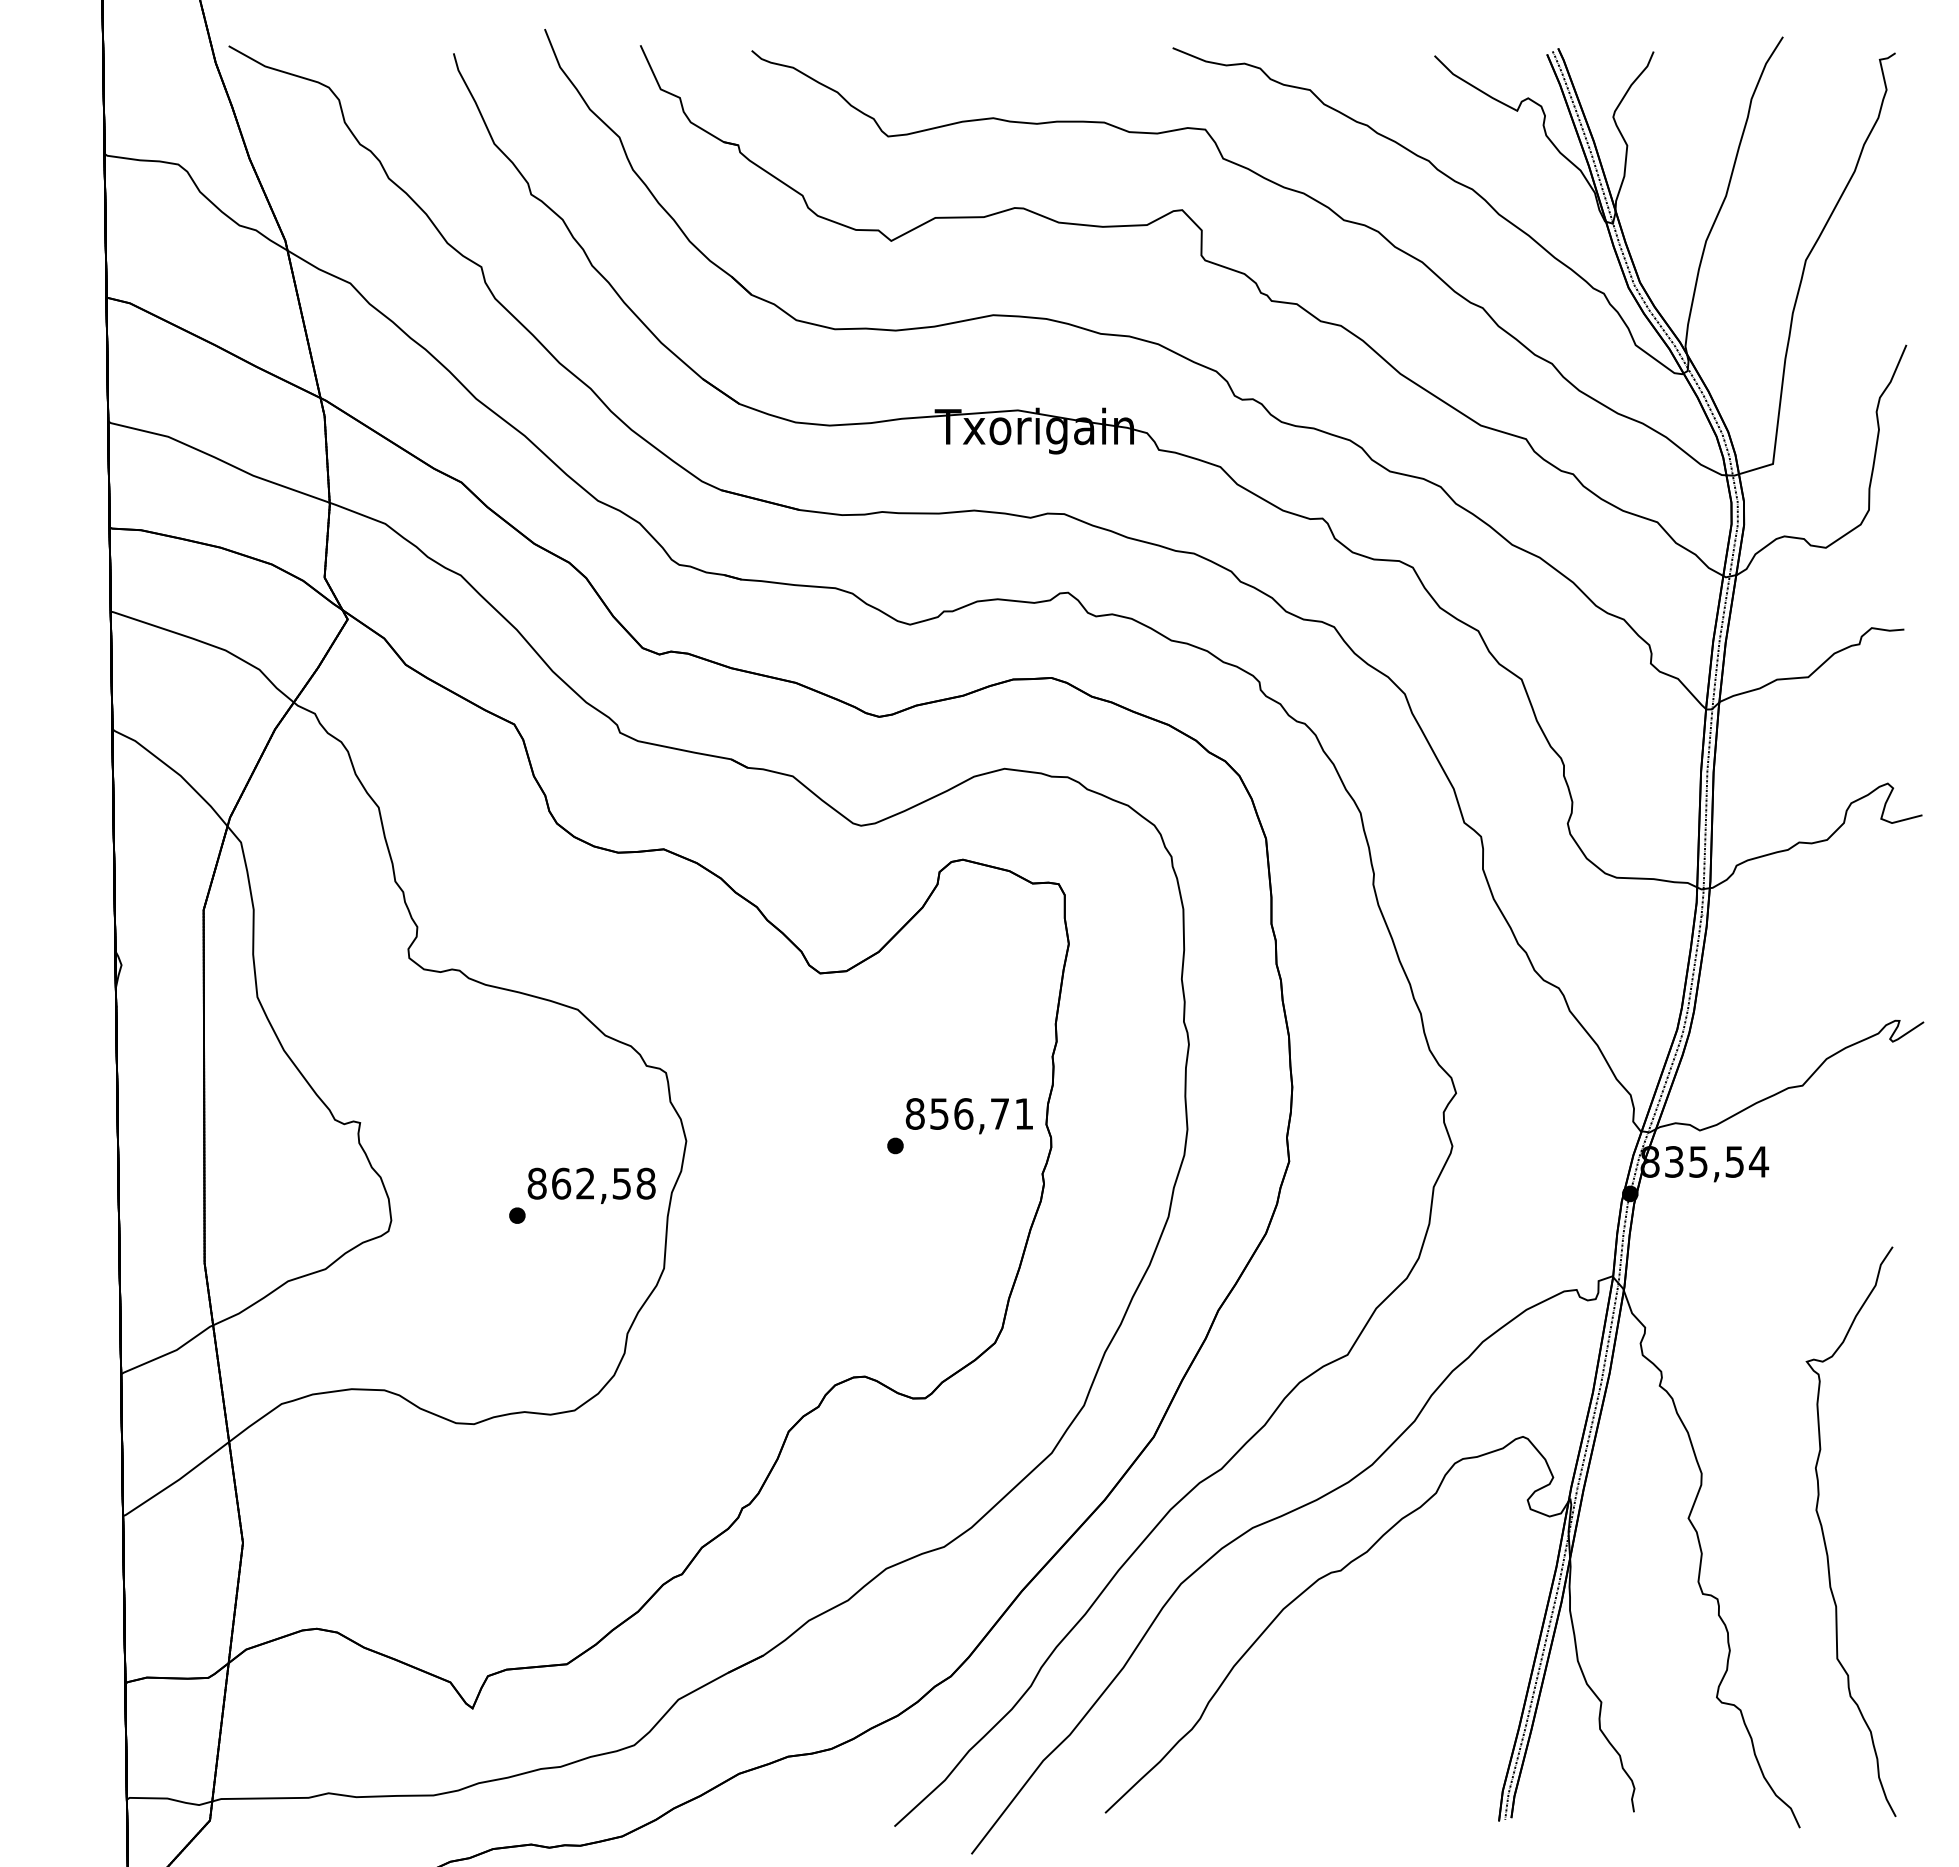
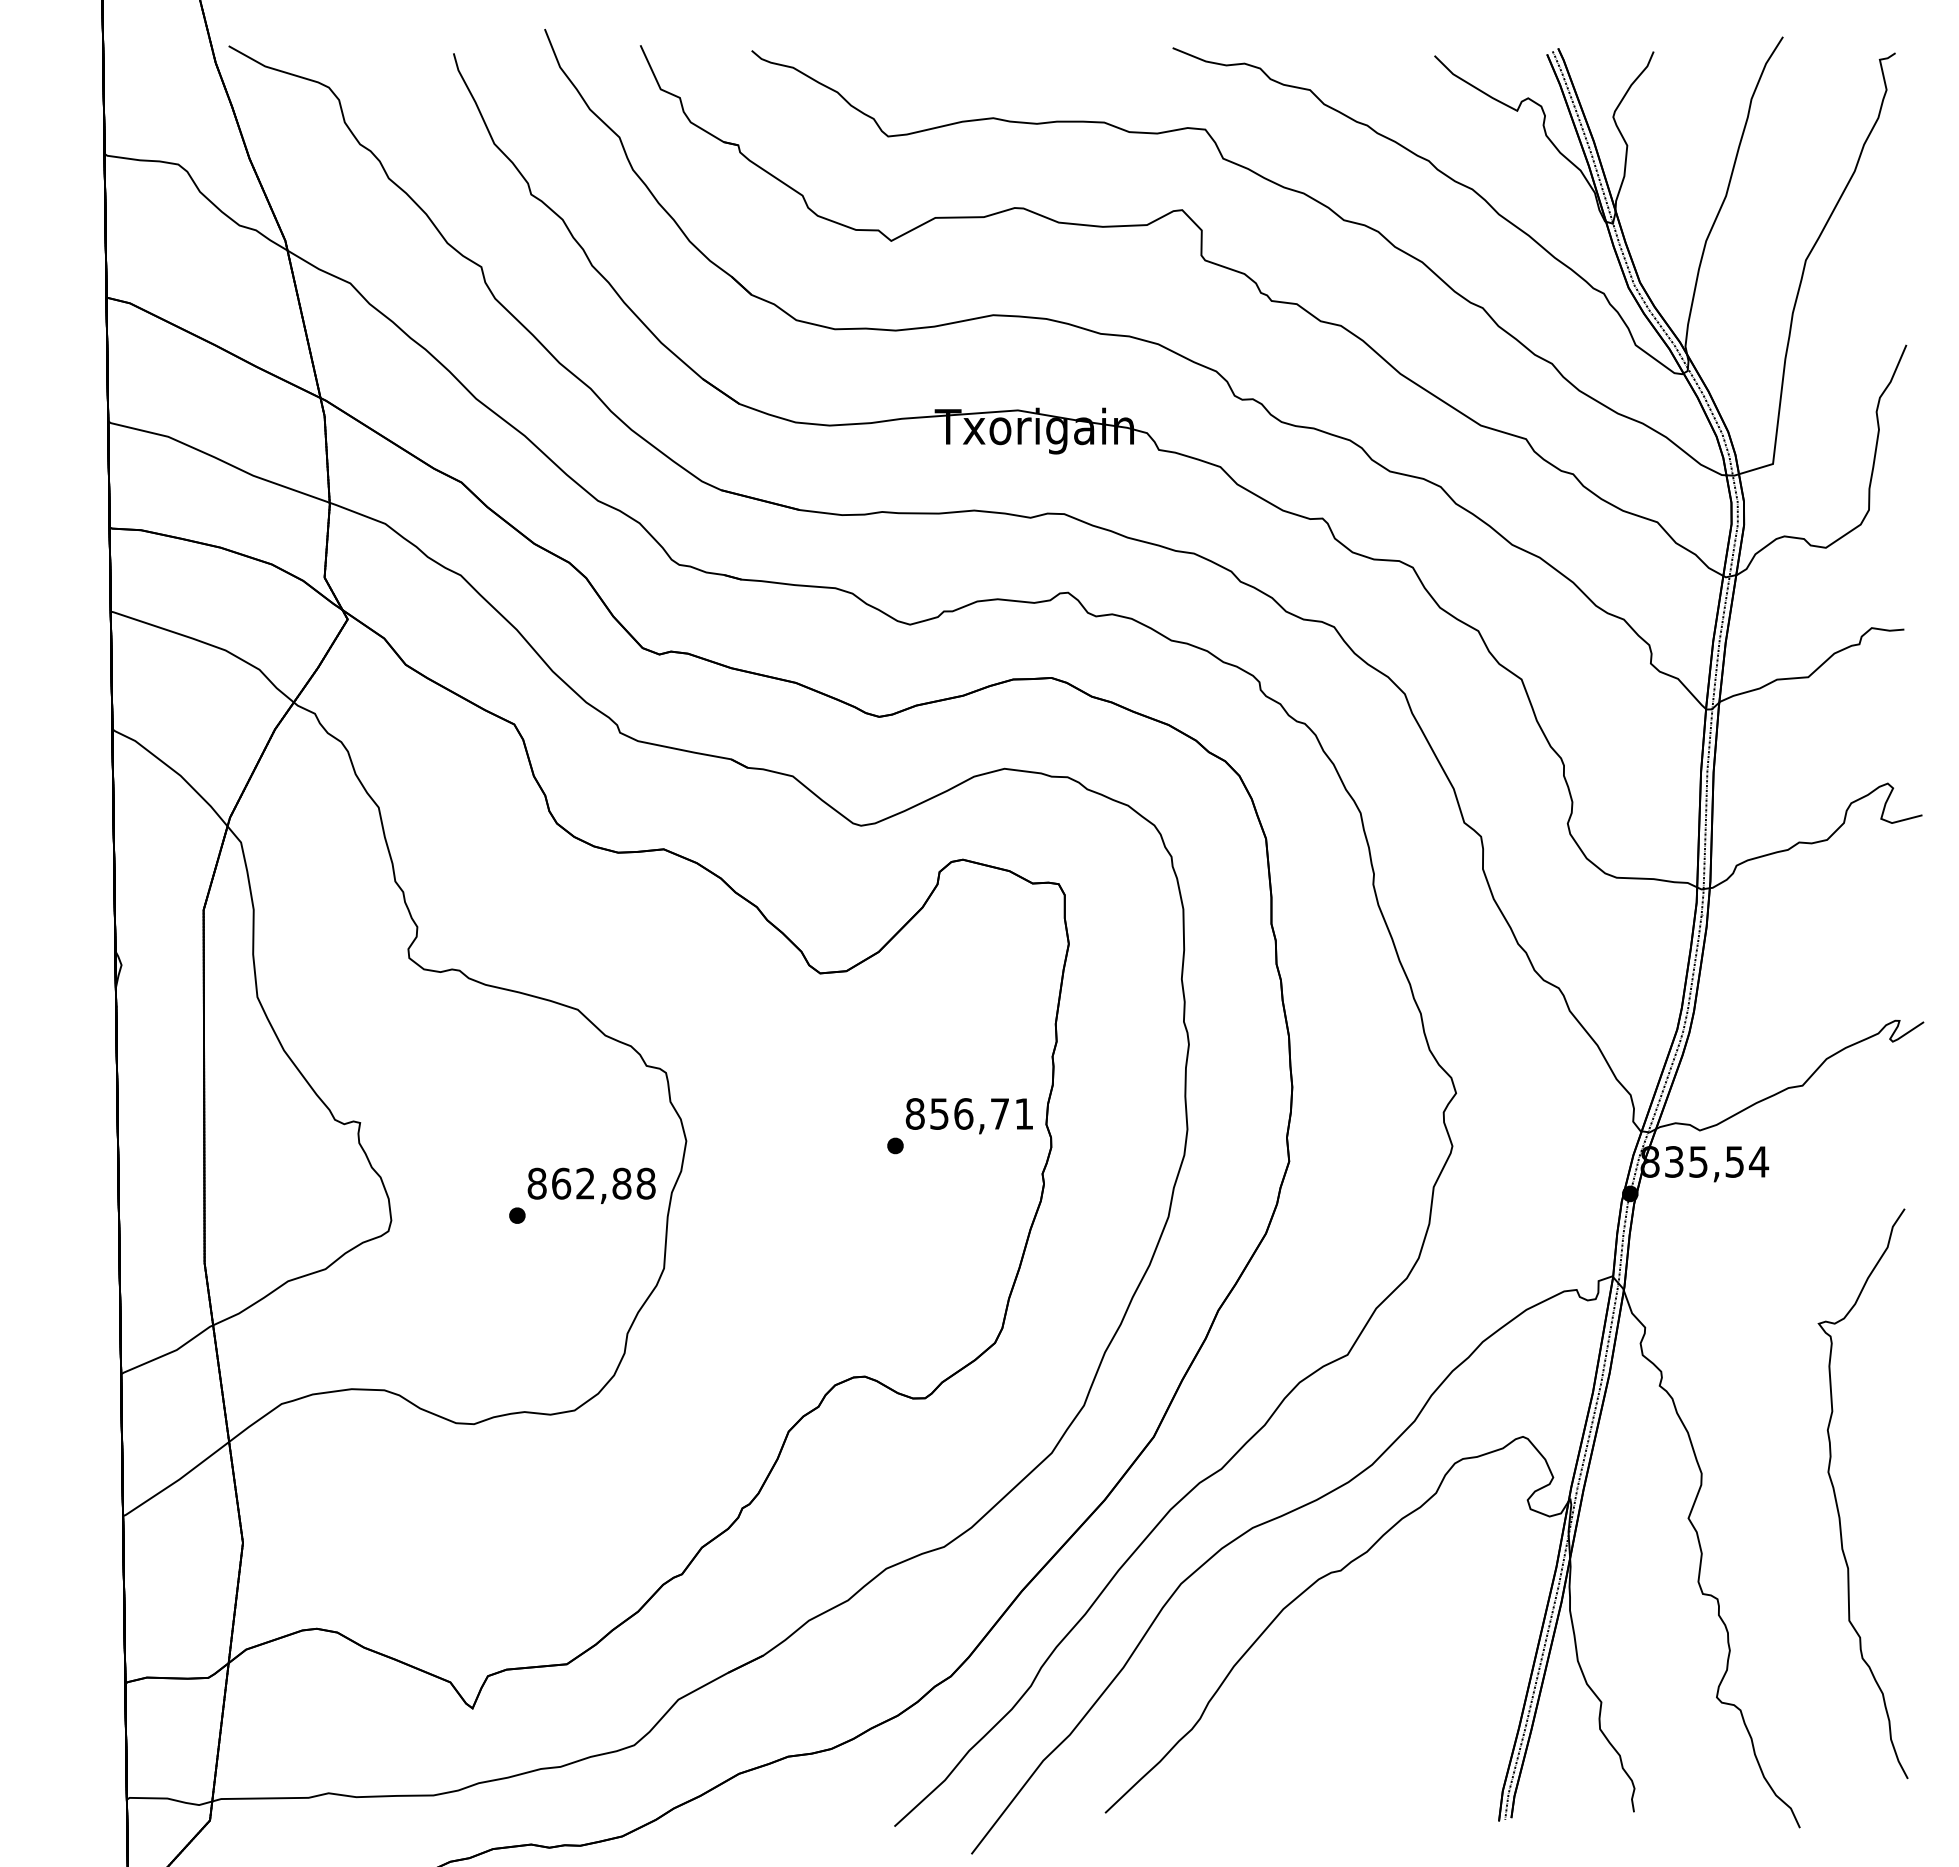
text at (621, 1183): 862,58 -> 862,88
part at (1824, 1534) position: (1824, 1534) -> (1836, 1496)
